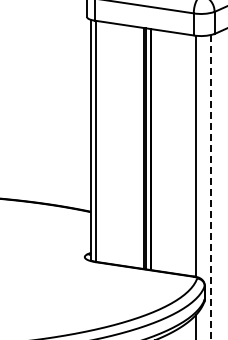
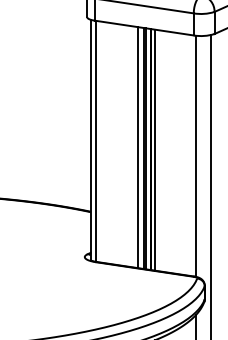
line at (137, 147): none -> present
line at (154, 149): none -> present
line at (210, 187): dashed -> solid
